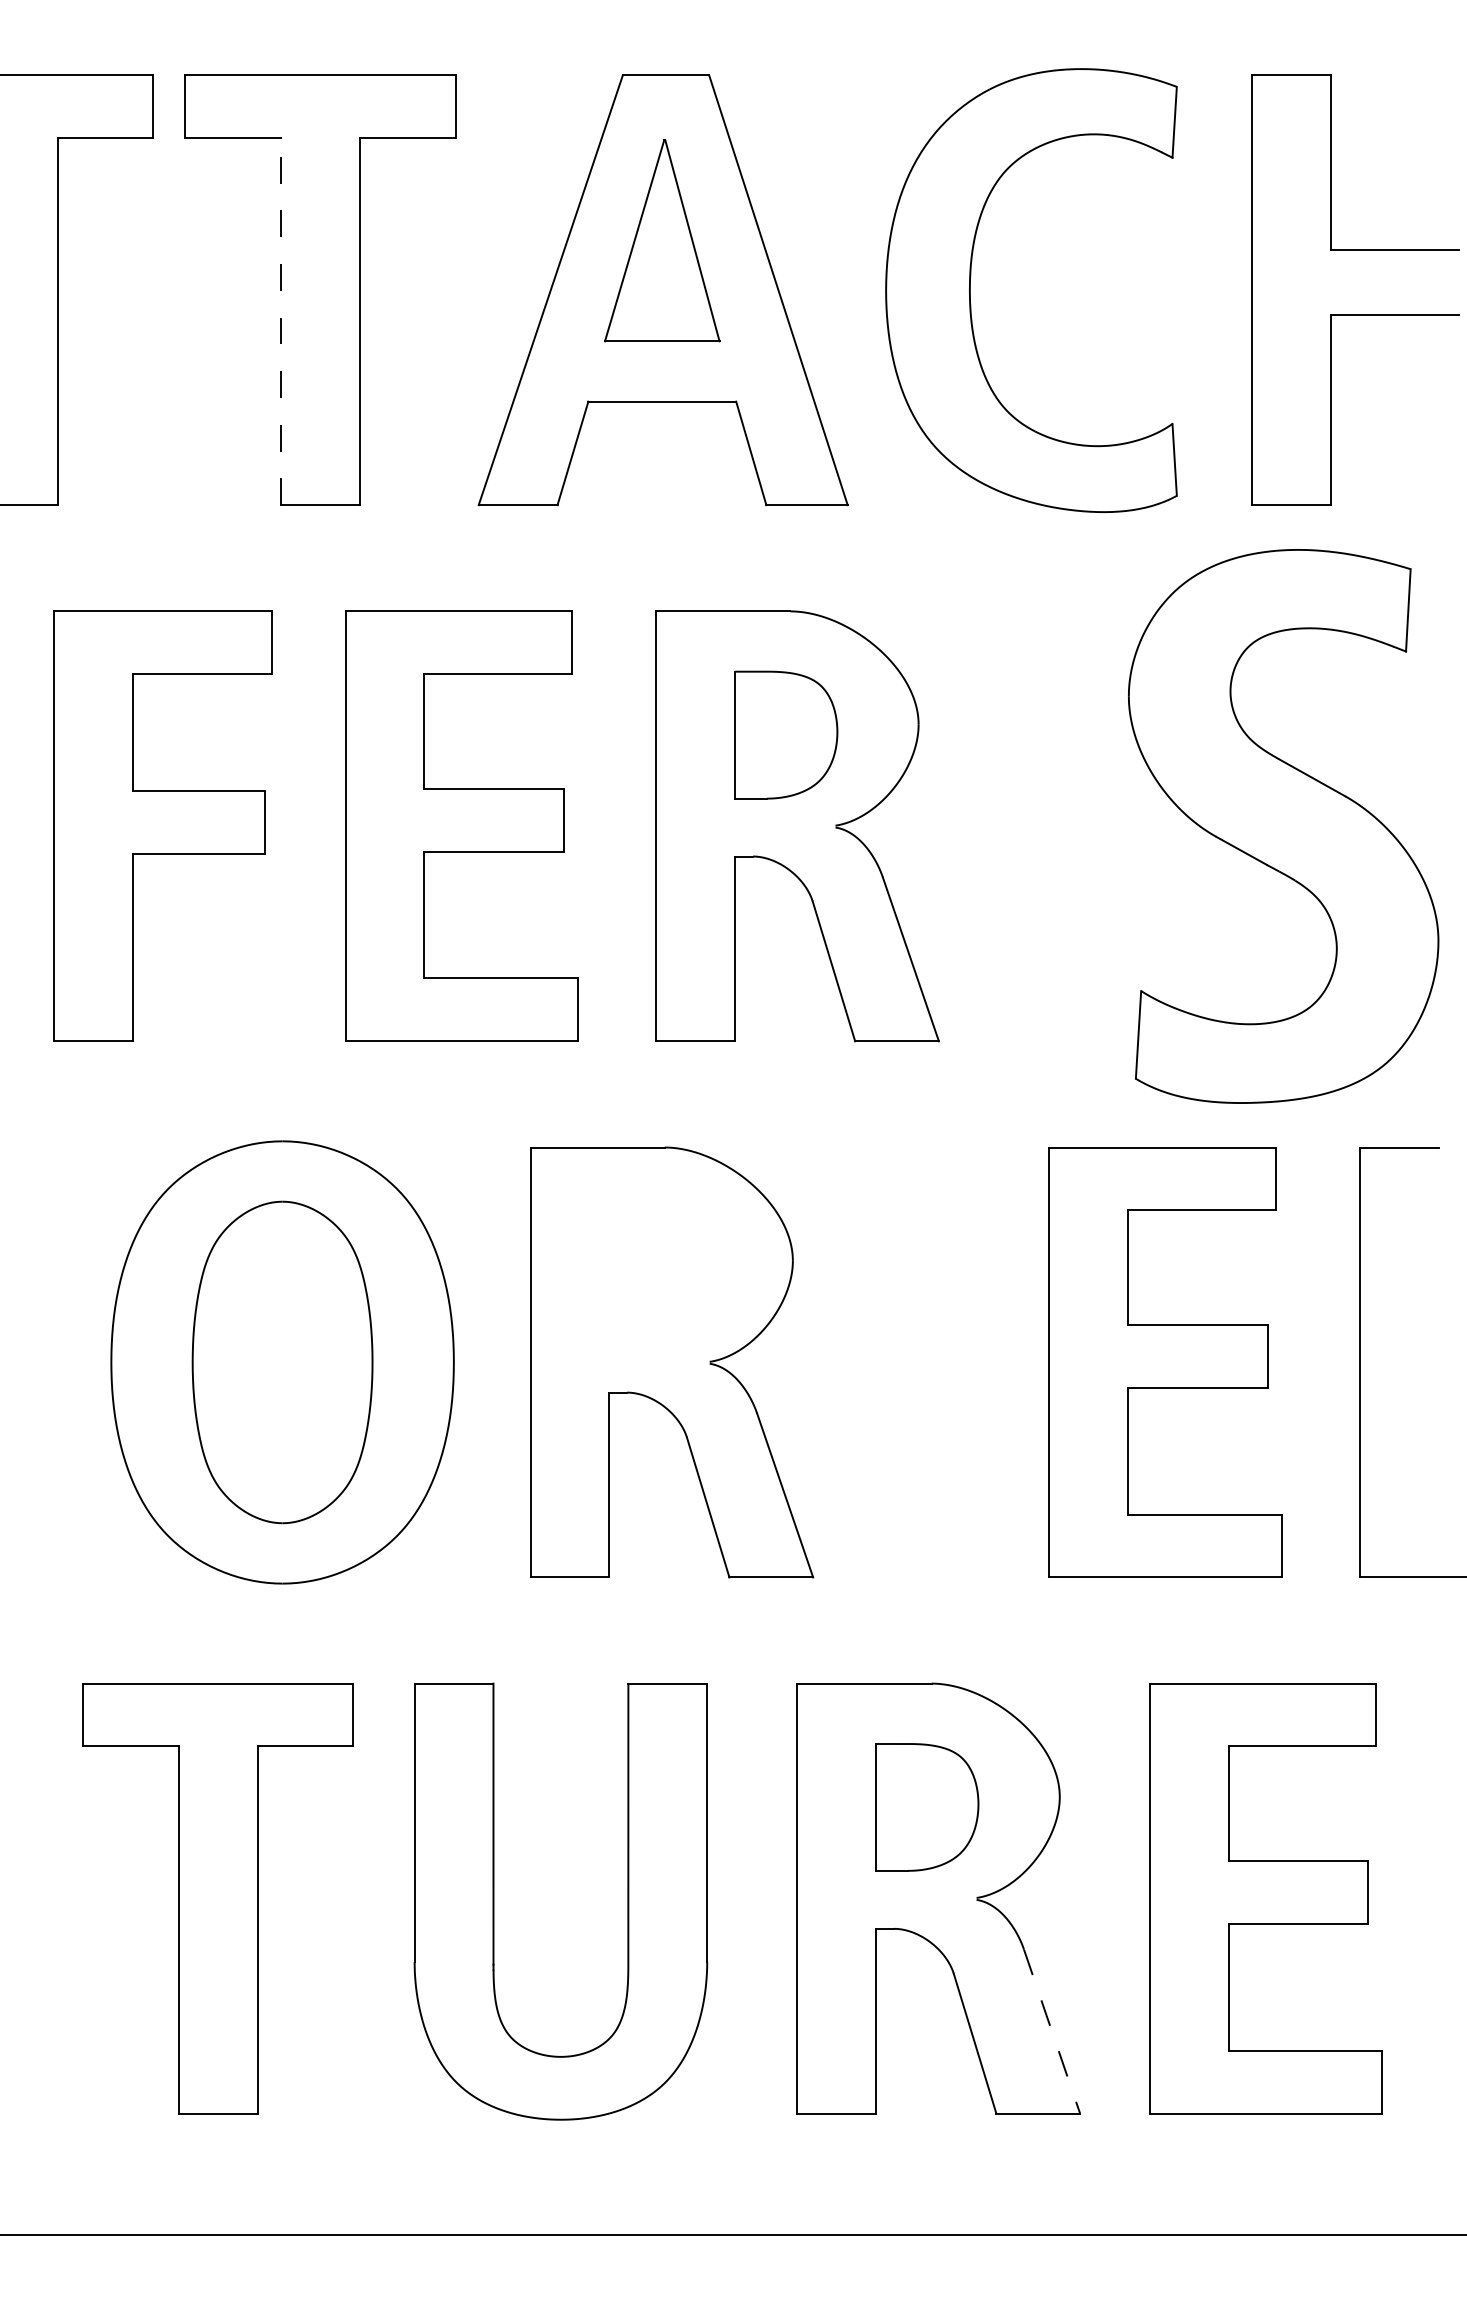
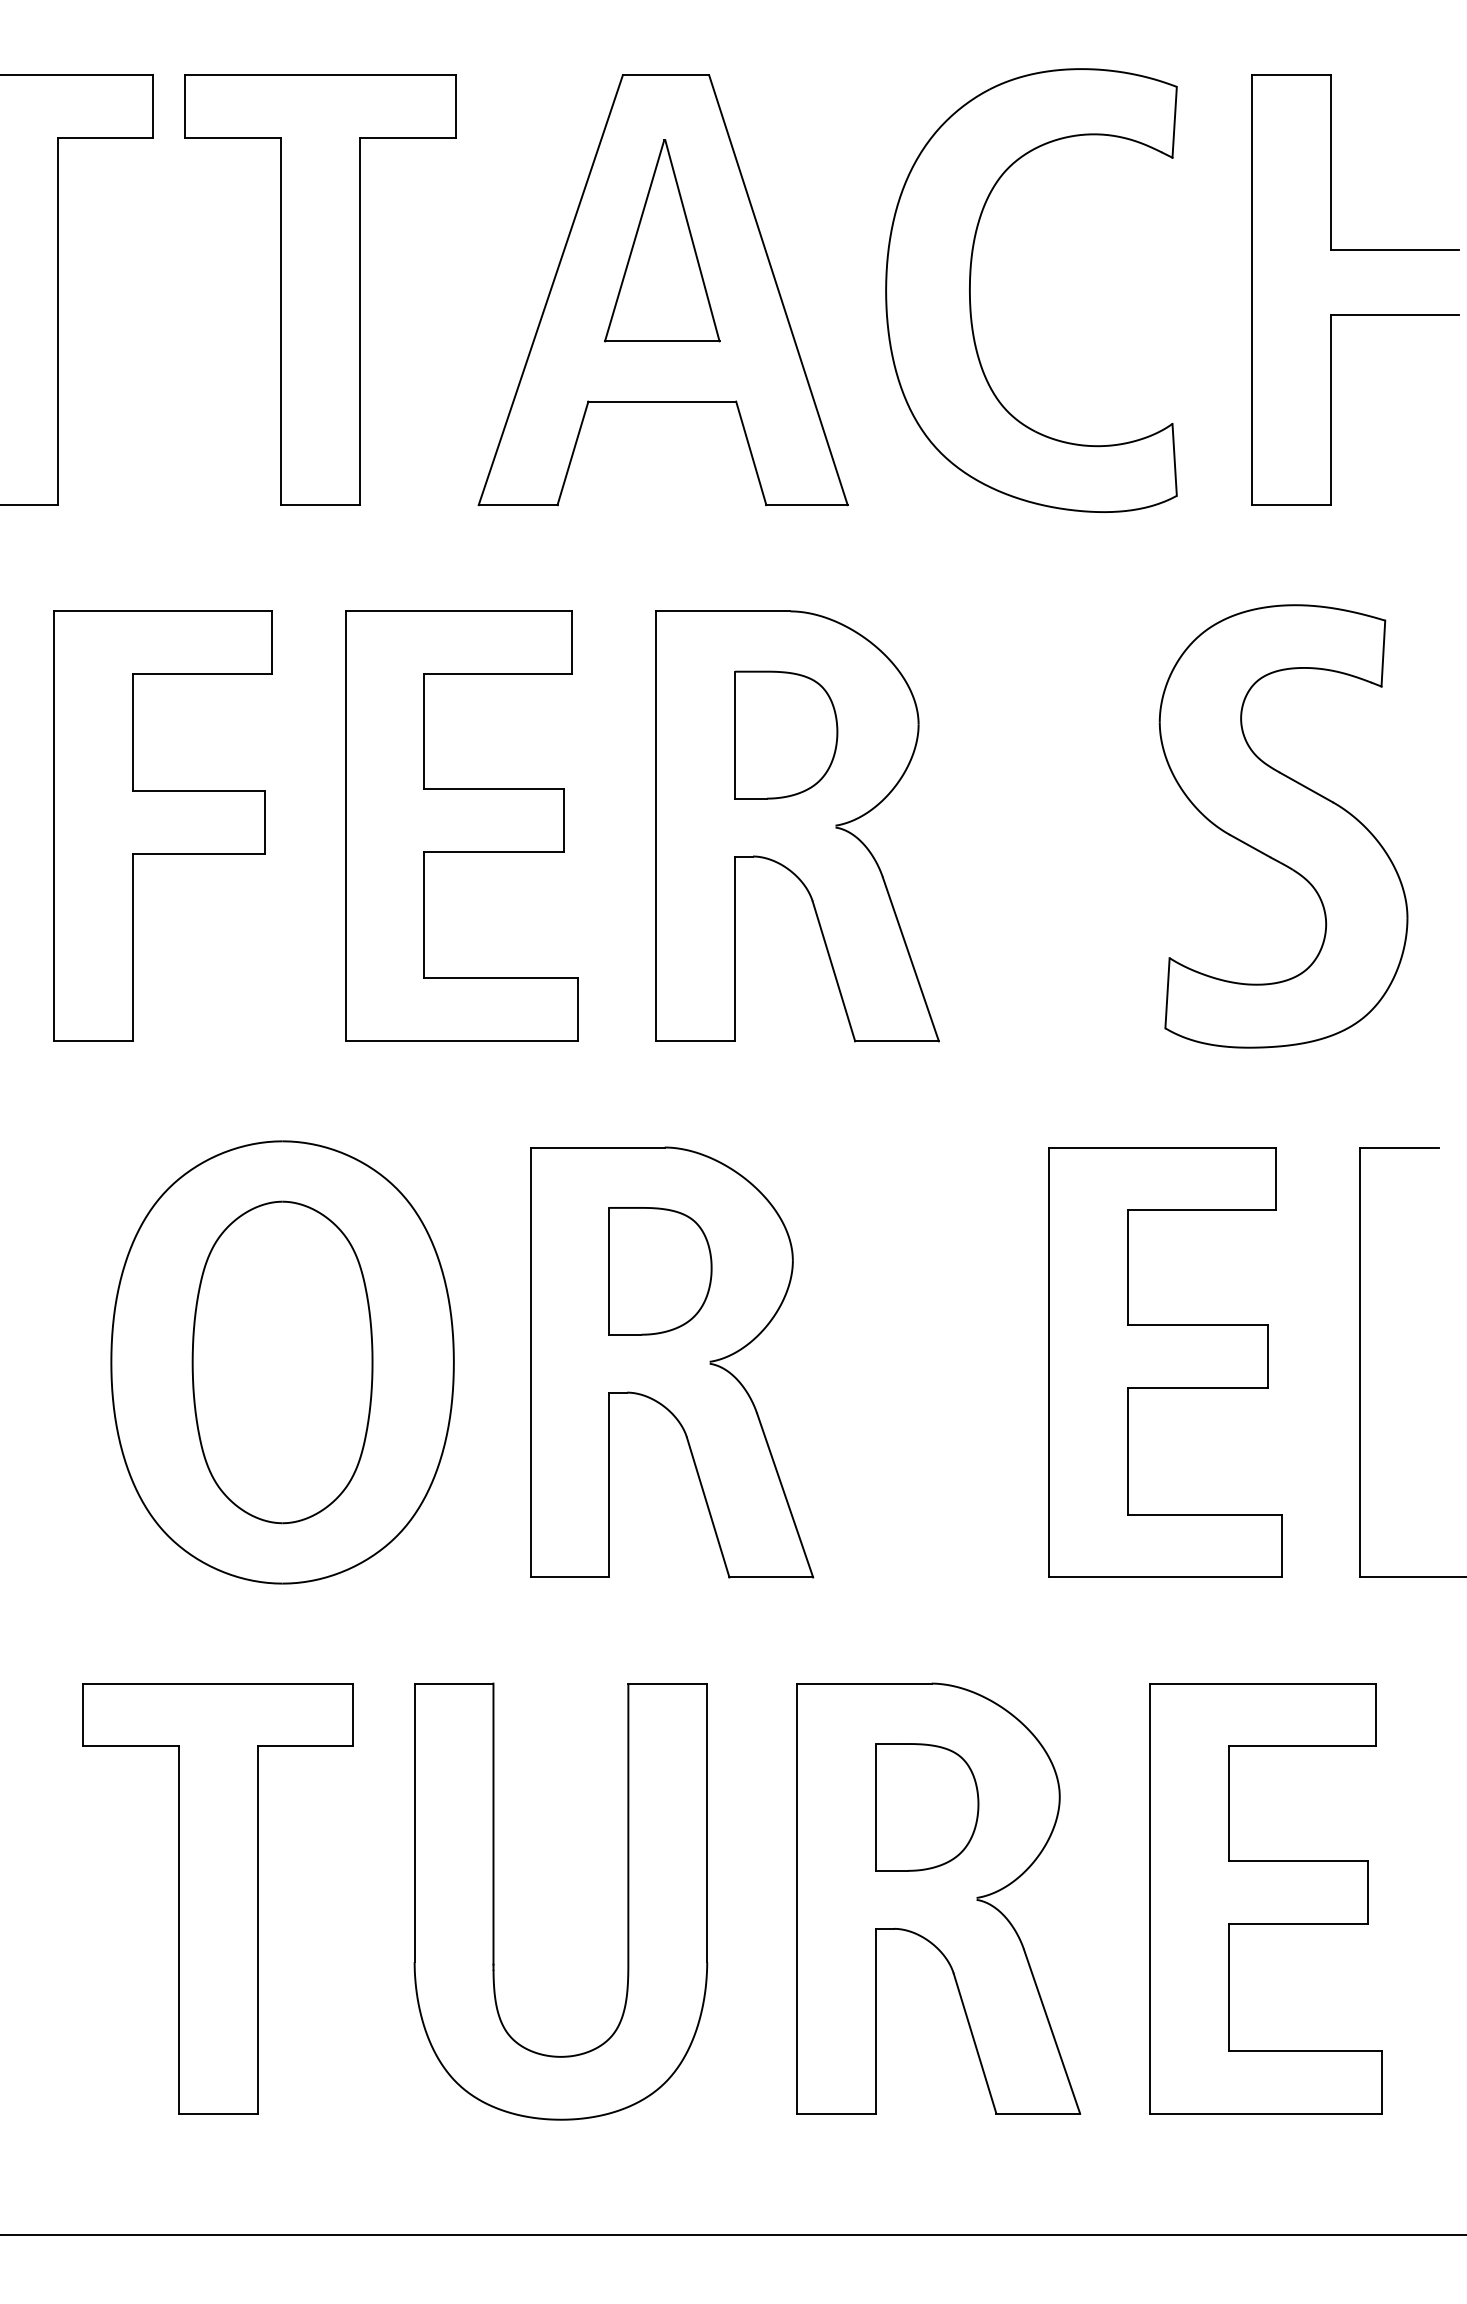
line at (281, 321): dashed -> solid
part at (1283, 826) size: 312x555 px -> 251x445 px
part at (660, 1271): none -> present
line at (1052, 2031): dashed -> solid
